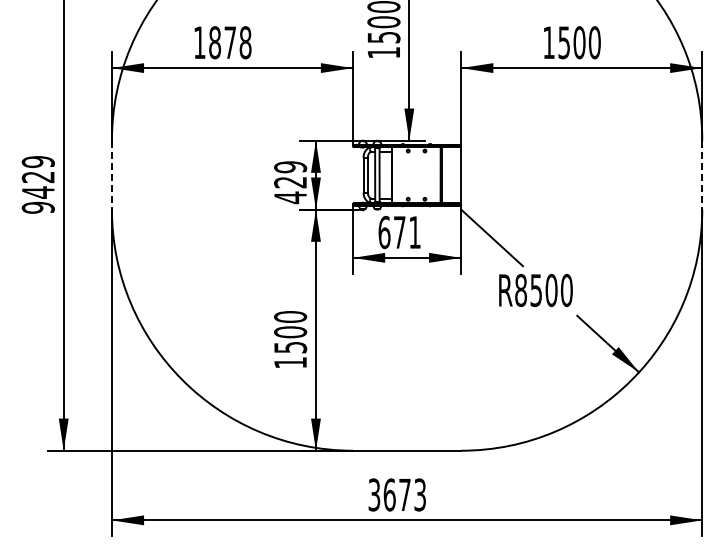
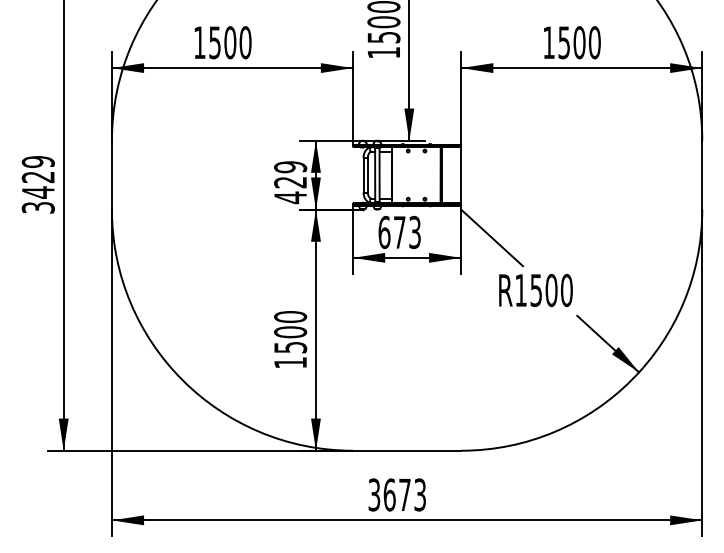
text at (230, 42): 1878 -> 1500
line at (111, 175): dashed -> solid
line at (702, 175): dashed -> solid
text at (37, 207): 9429 -> 3429
text at (414, 232): 671 -> 673
text at (521, 290): R8500 -> R1500
